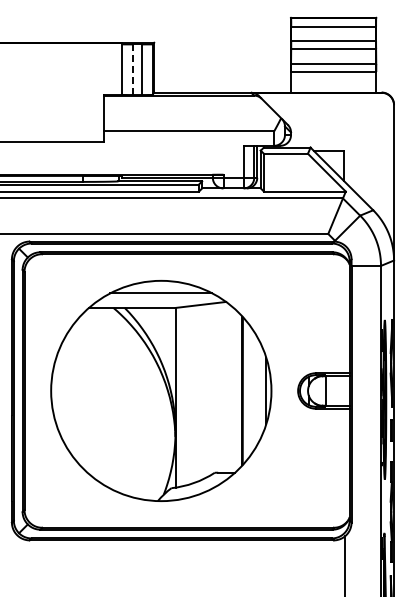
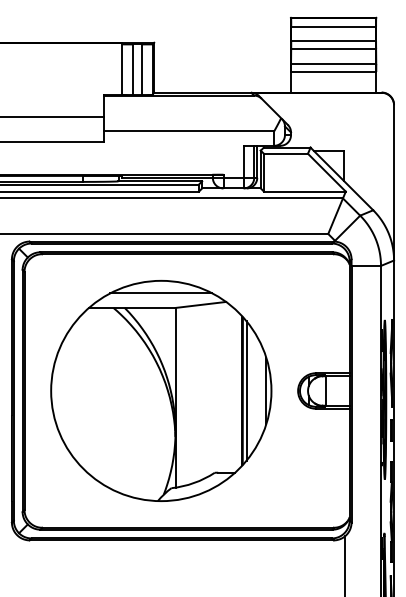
line at (132, 70): dashed -> solid
line at (53, 117): none -> present
line at (246, 390): none -> present
